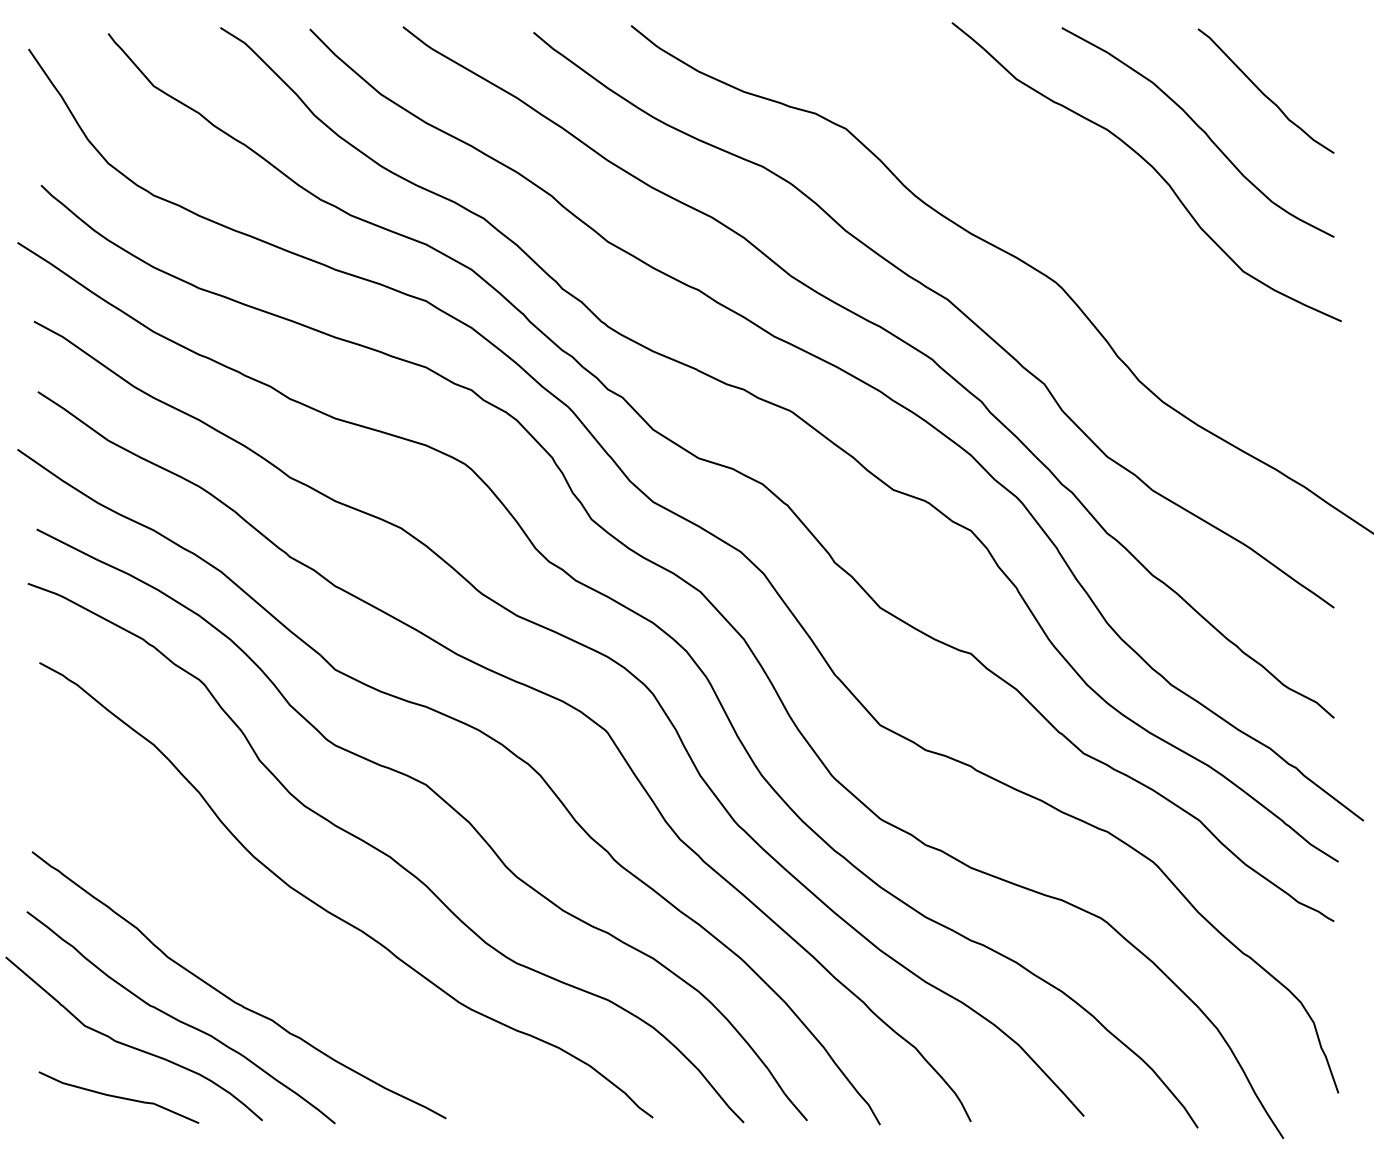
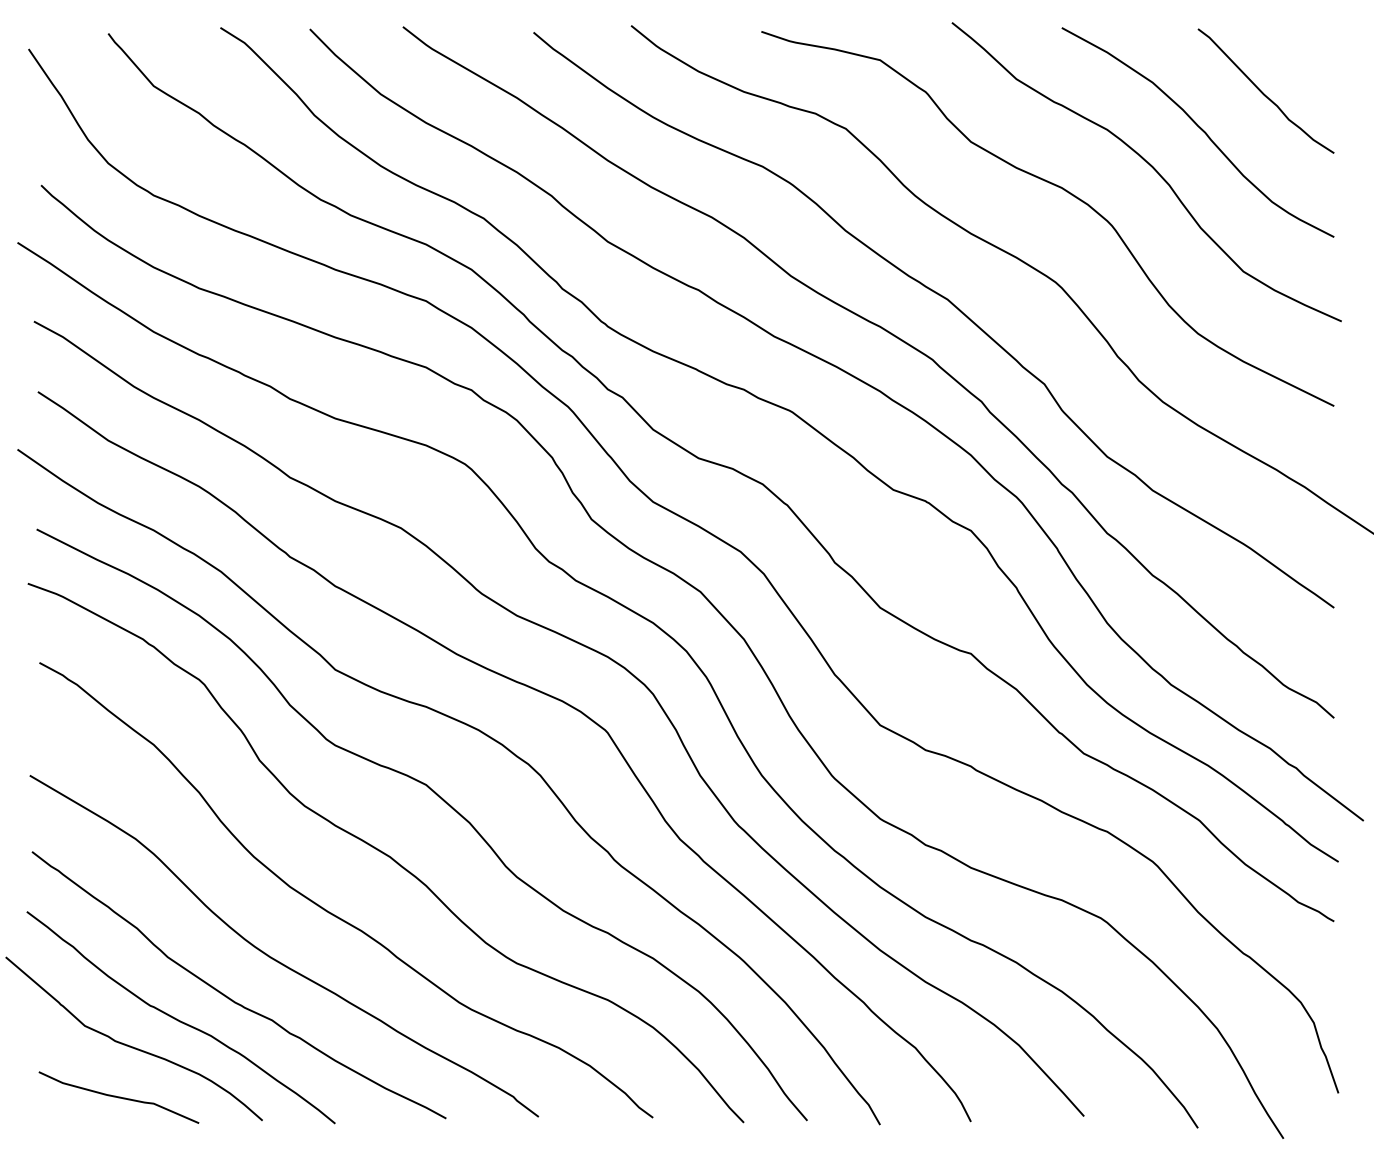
curve at (1063, 190): none -> present
curve at (278, 960): none -> present
